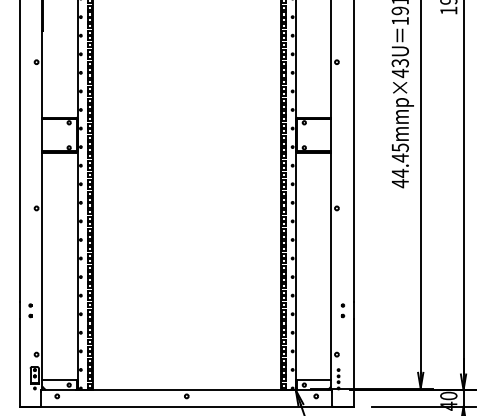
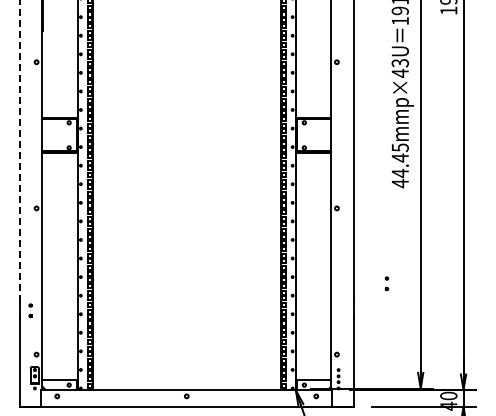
line at (19, 151): solid -> dashed
part at (342, 310) position: (342, 310) -> (386, 283)
